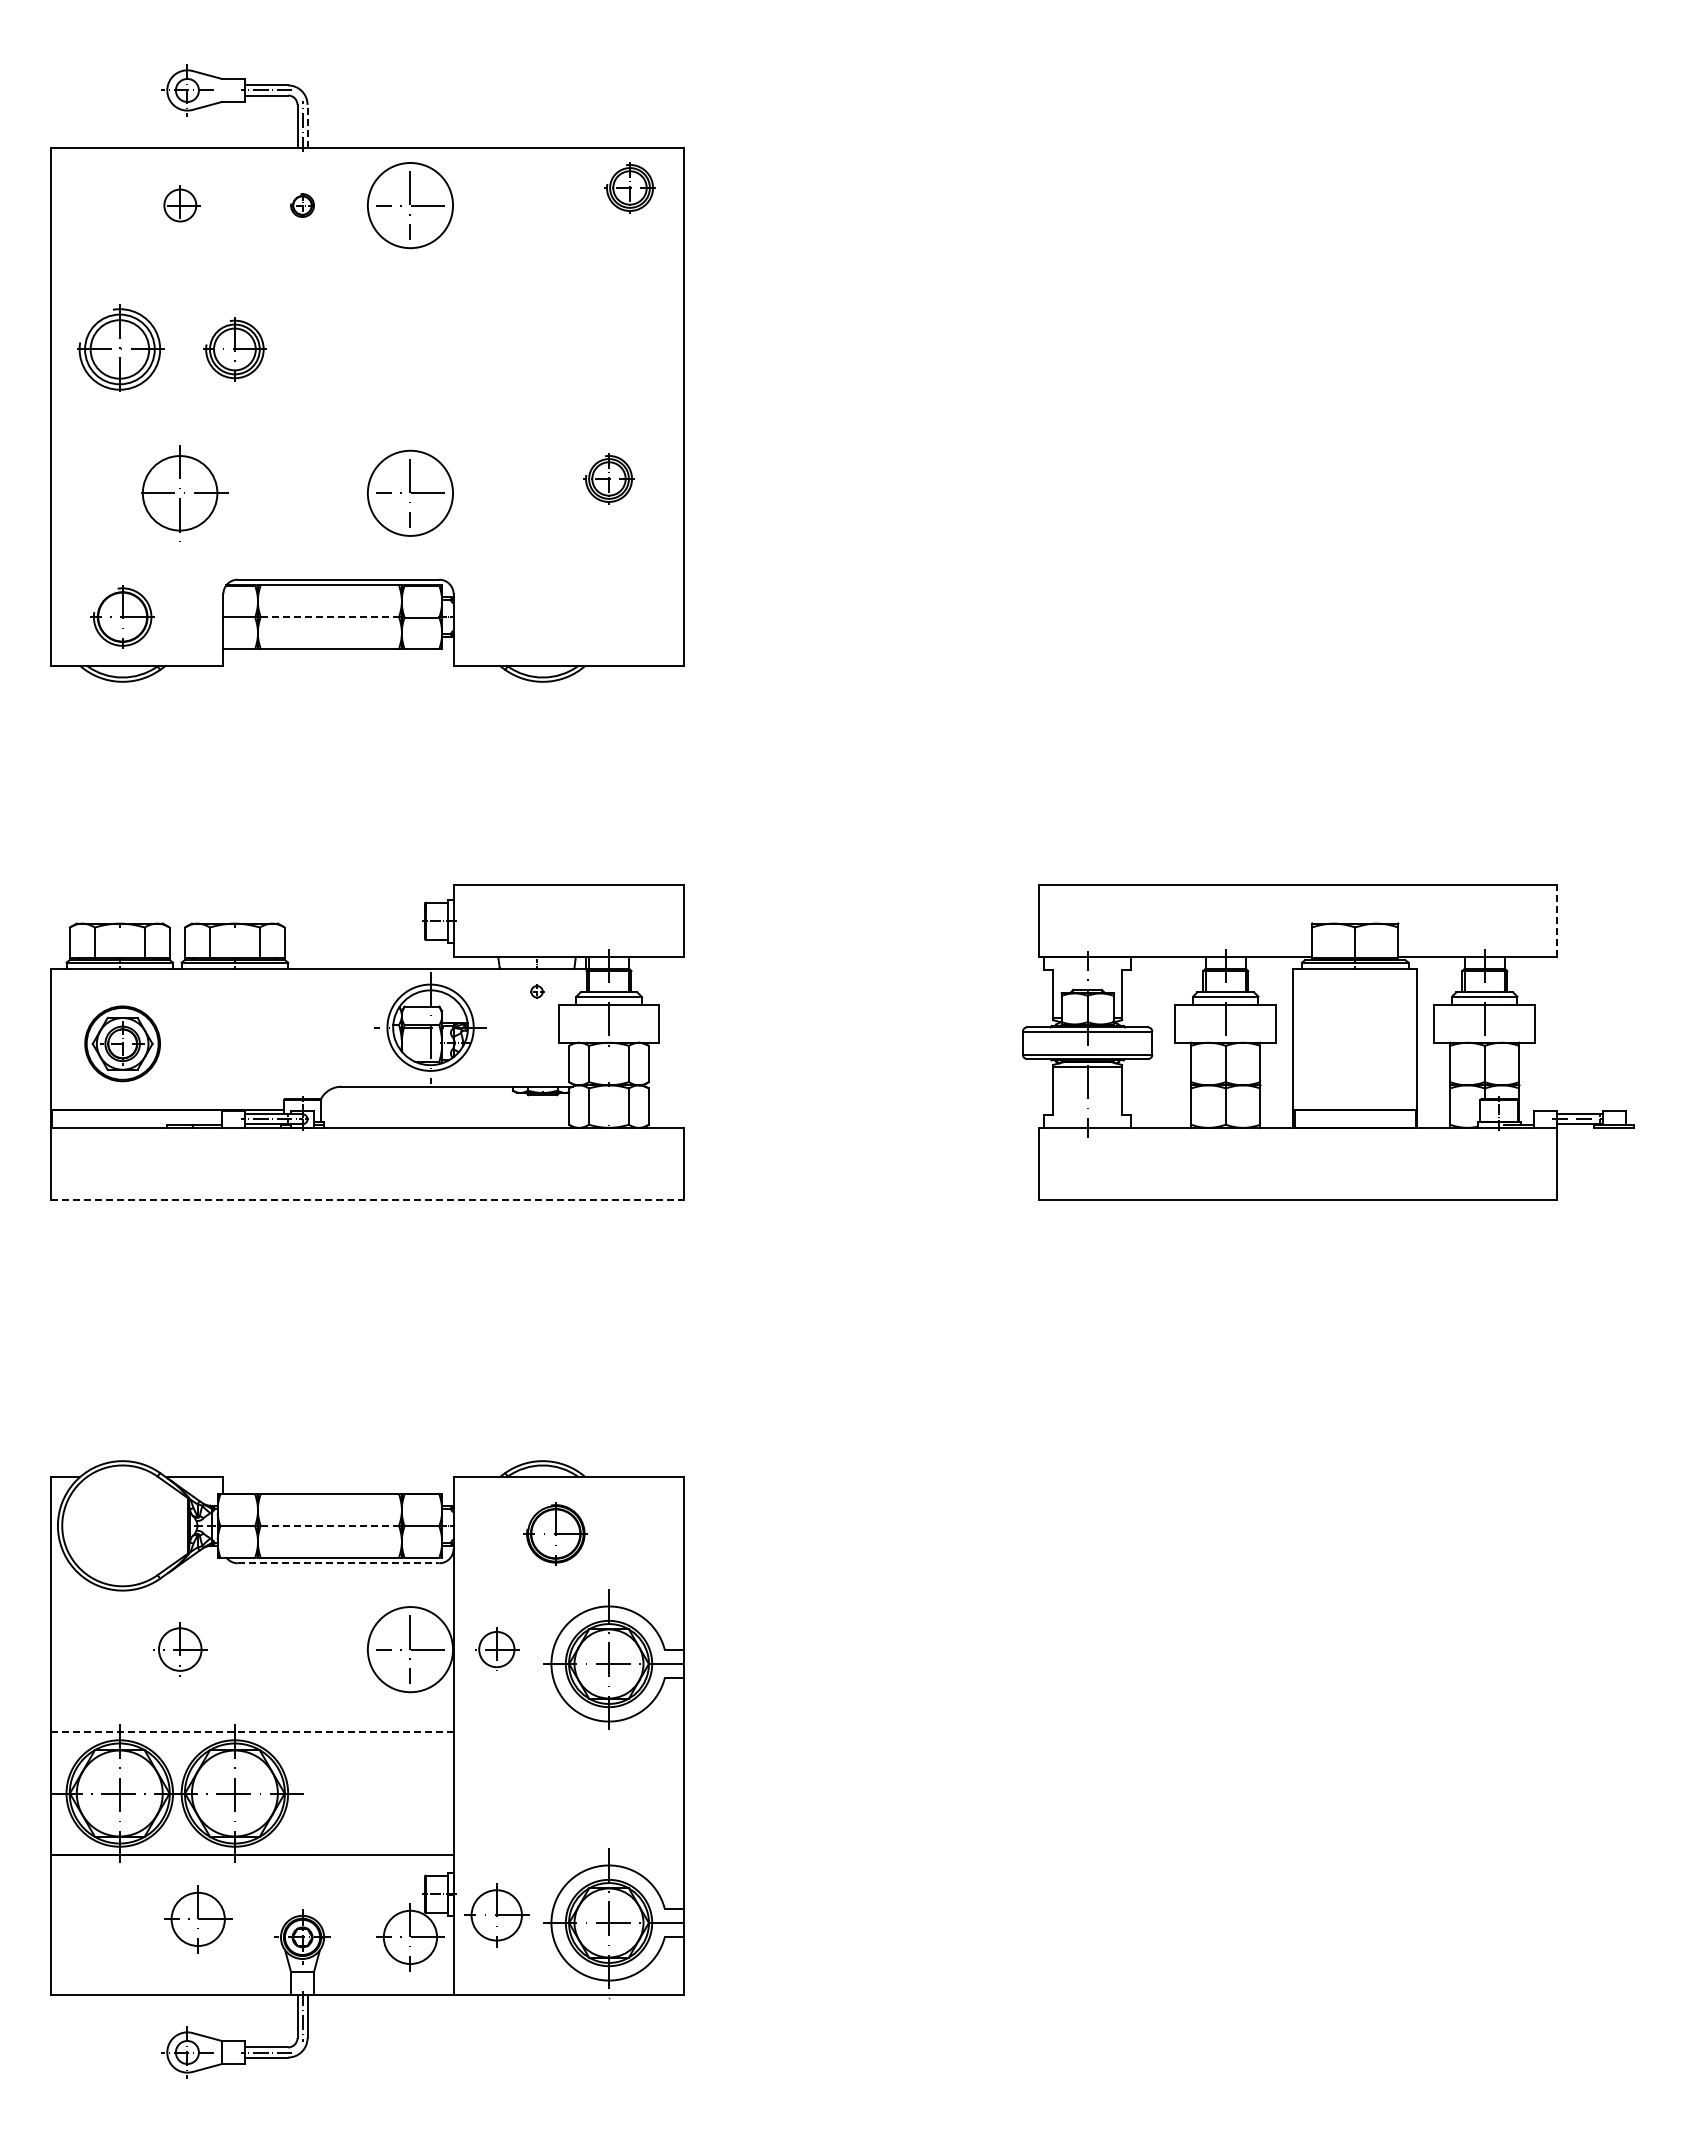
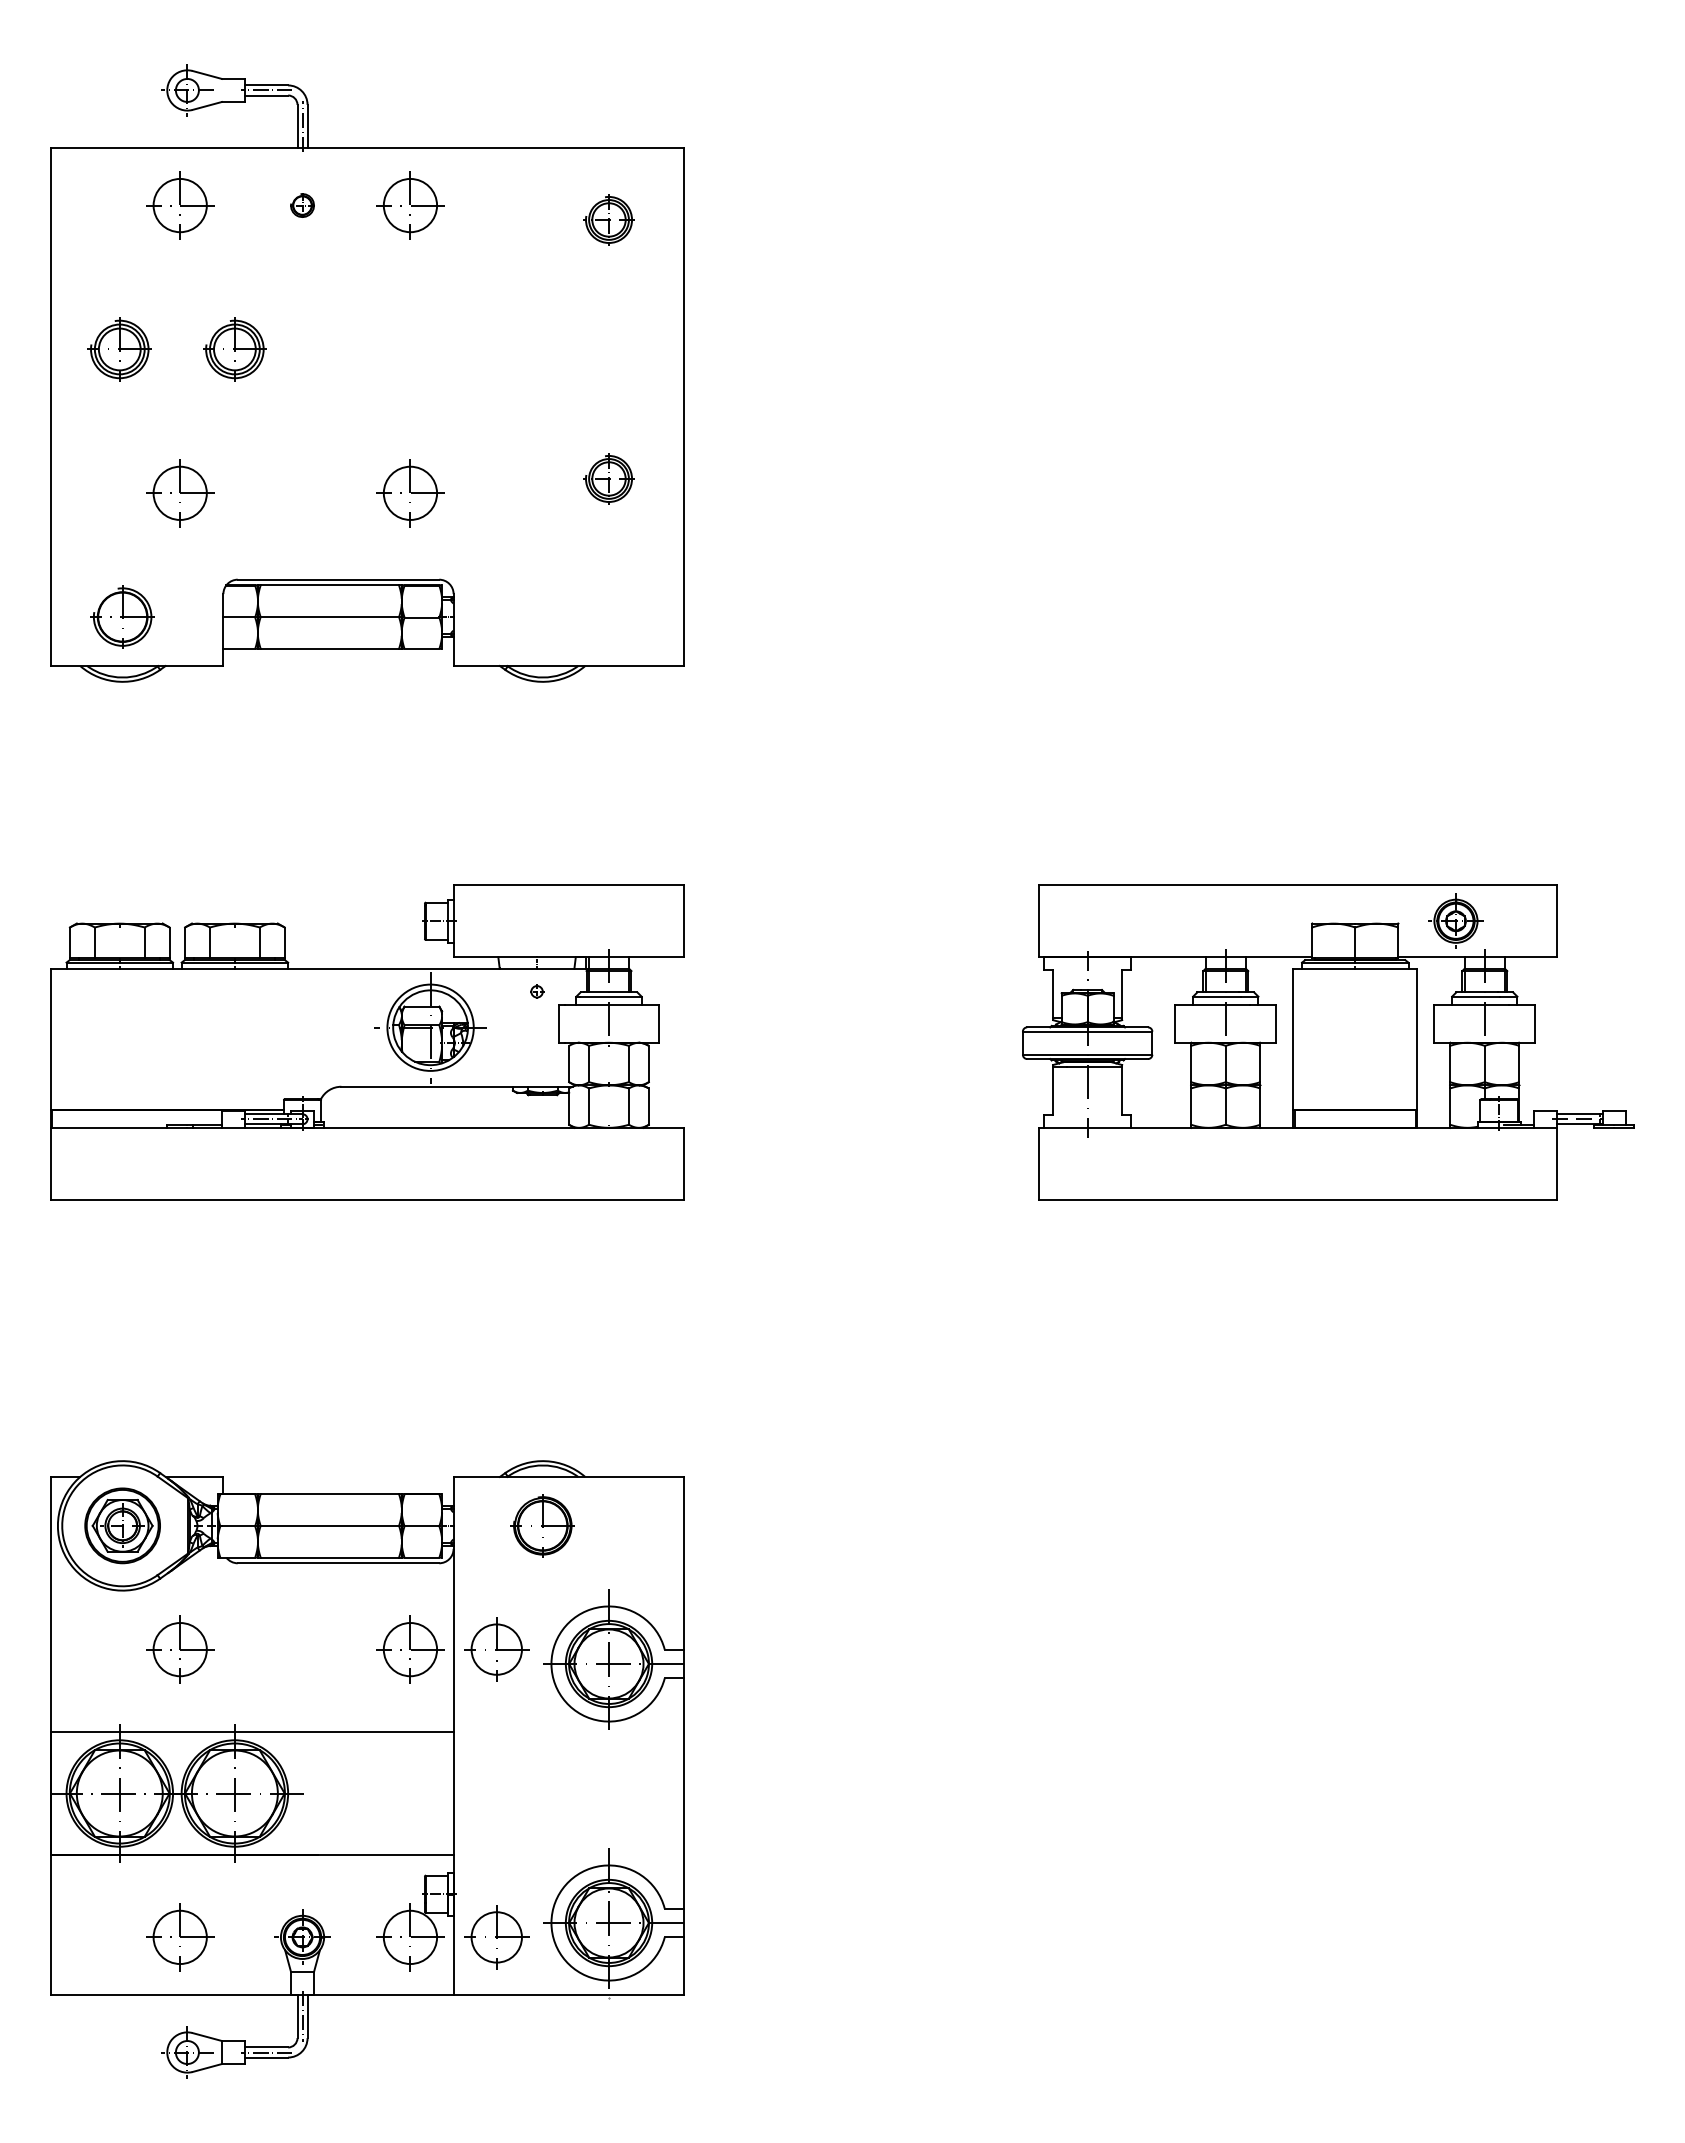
line at (307, 126): dashed -> solid
part at (629, 187) position: (629, 187) -> (608, 219)
part at (181, 203) size: 38x38 px -> 69x69 px
circle at (410, 205) diameter: 85 px -> 53 px
part at (120, 347) size: 88x88 px -> 65x65 px
circle at (410, 492) diameter: 85 px -> 53 px
part at (184, 493) size: 88x97 px -> 69x69 px
line at (330, 617): dashed -> solid
part at (1455, 920): none -> present
line at (1556, 921): dashed -> solid
part at (122, 1043) position: (122, 1043) -> (122, 1525)
line at (367, 1199): dashed -> solid
line at (330, 1525): dashed -> solid
part at (555, 1533) position: (555, 1533) -> (542, 1525)
line at (338, 1563): dashed -> solid
part at (497, 1648) size: 45x44 px -> 66x65 px
part at (180, 1649) size: 55x55 px -> 69x69 px
circle at (410, 1649) diameter: 85 px -> 53 px
line at (252, 1731): dashed -> solid
part at (496, 1915) position: (496, 1915) -> (496, 1937)
part at (198, 1919) position: (198, 1919) -> (180, 1937)
